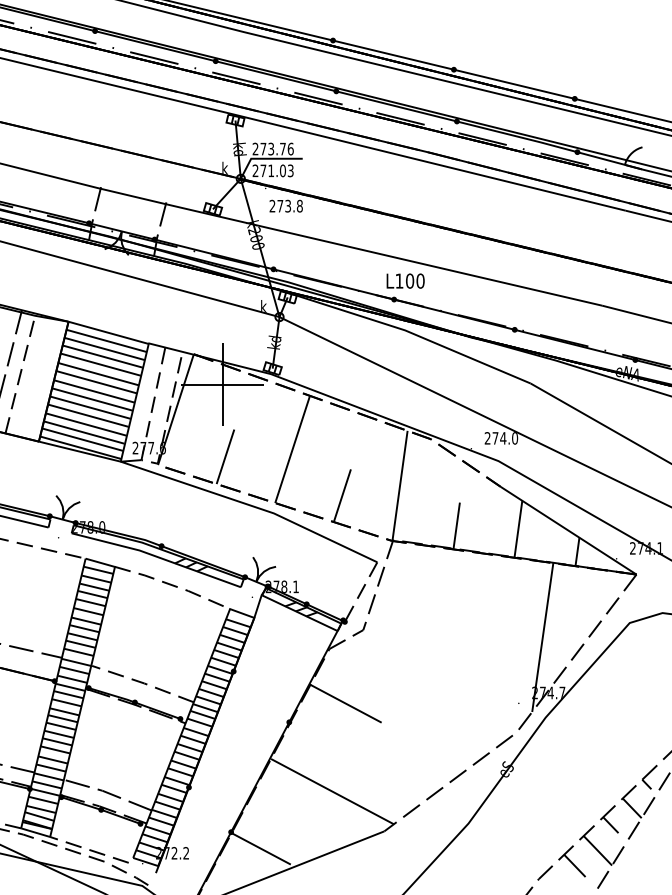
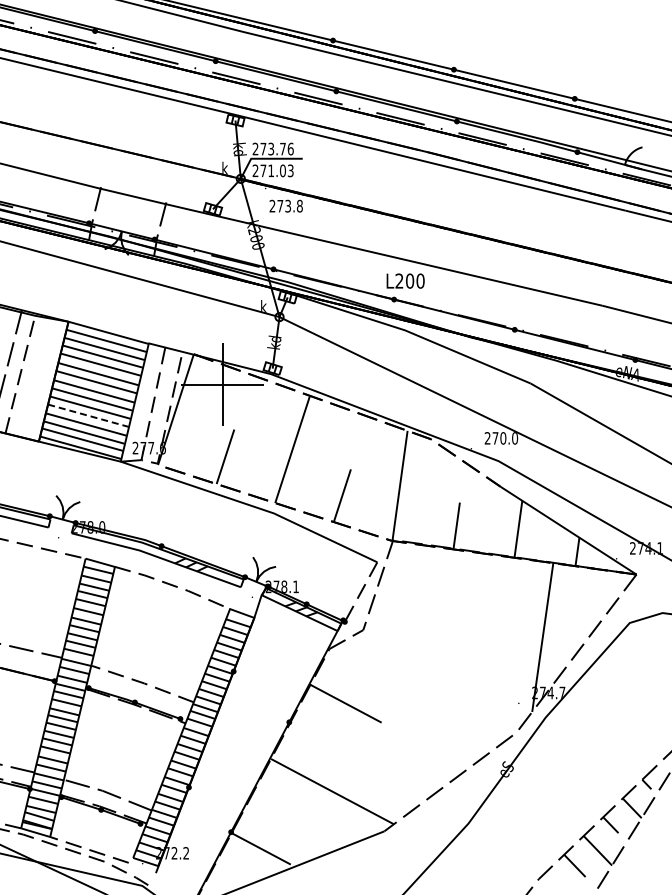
text at (399, 280): L100 -> L200
line at (88, 415): solid -> dashed
text at (503, 438): 274.0 -> 270.0
